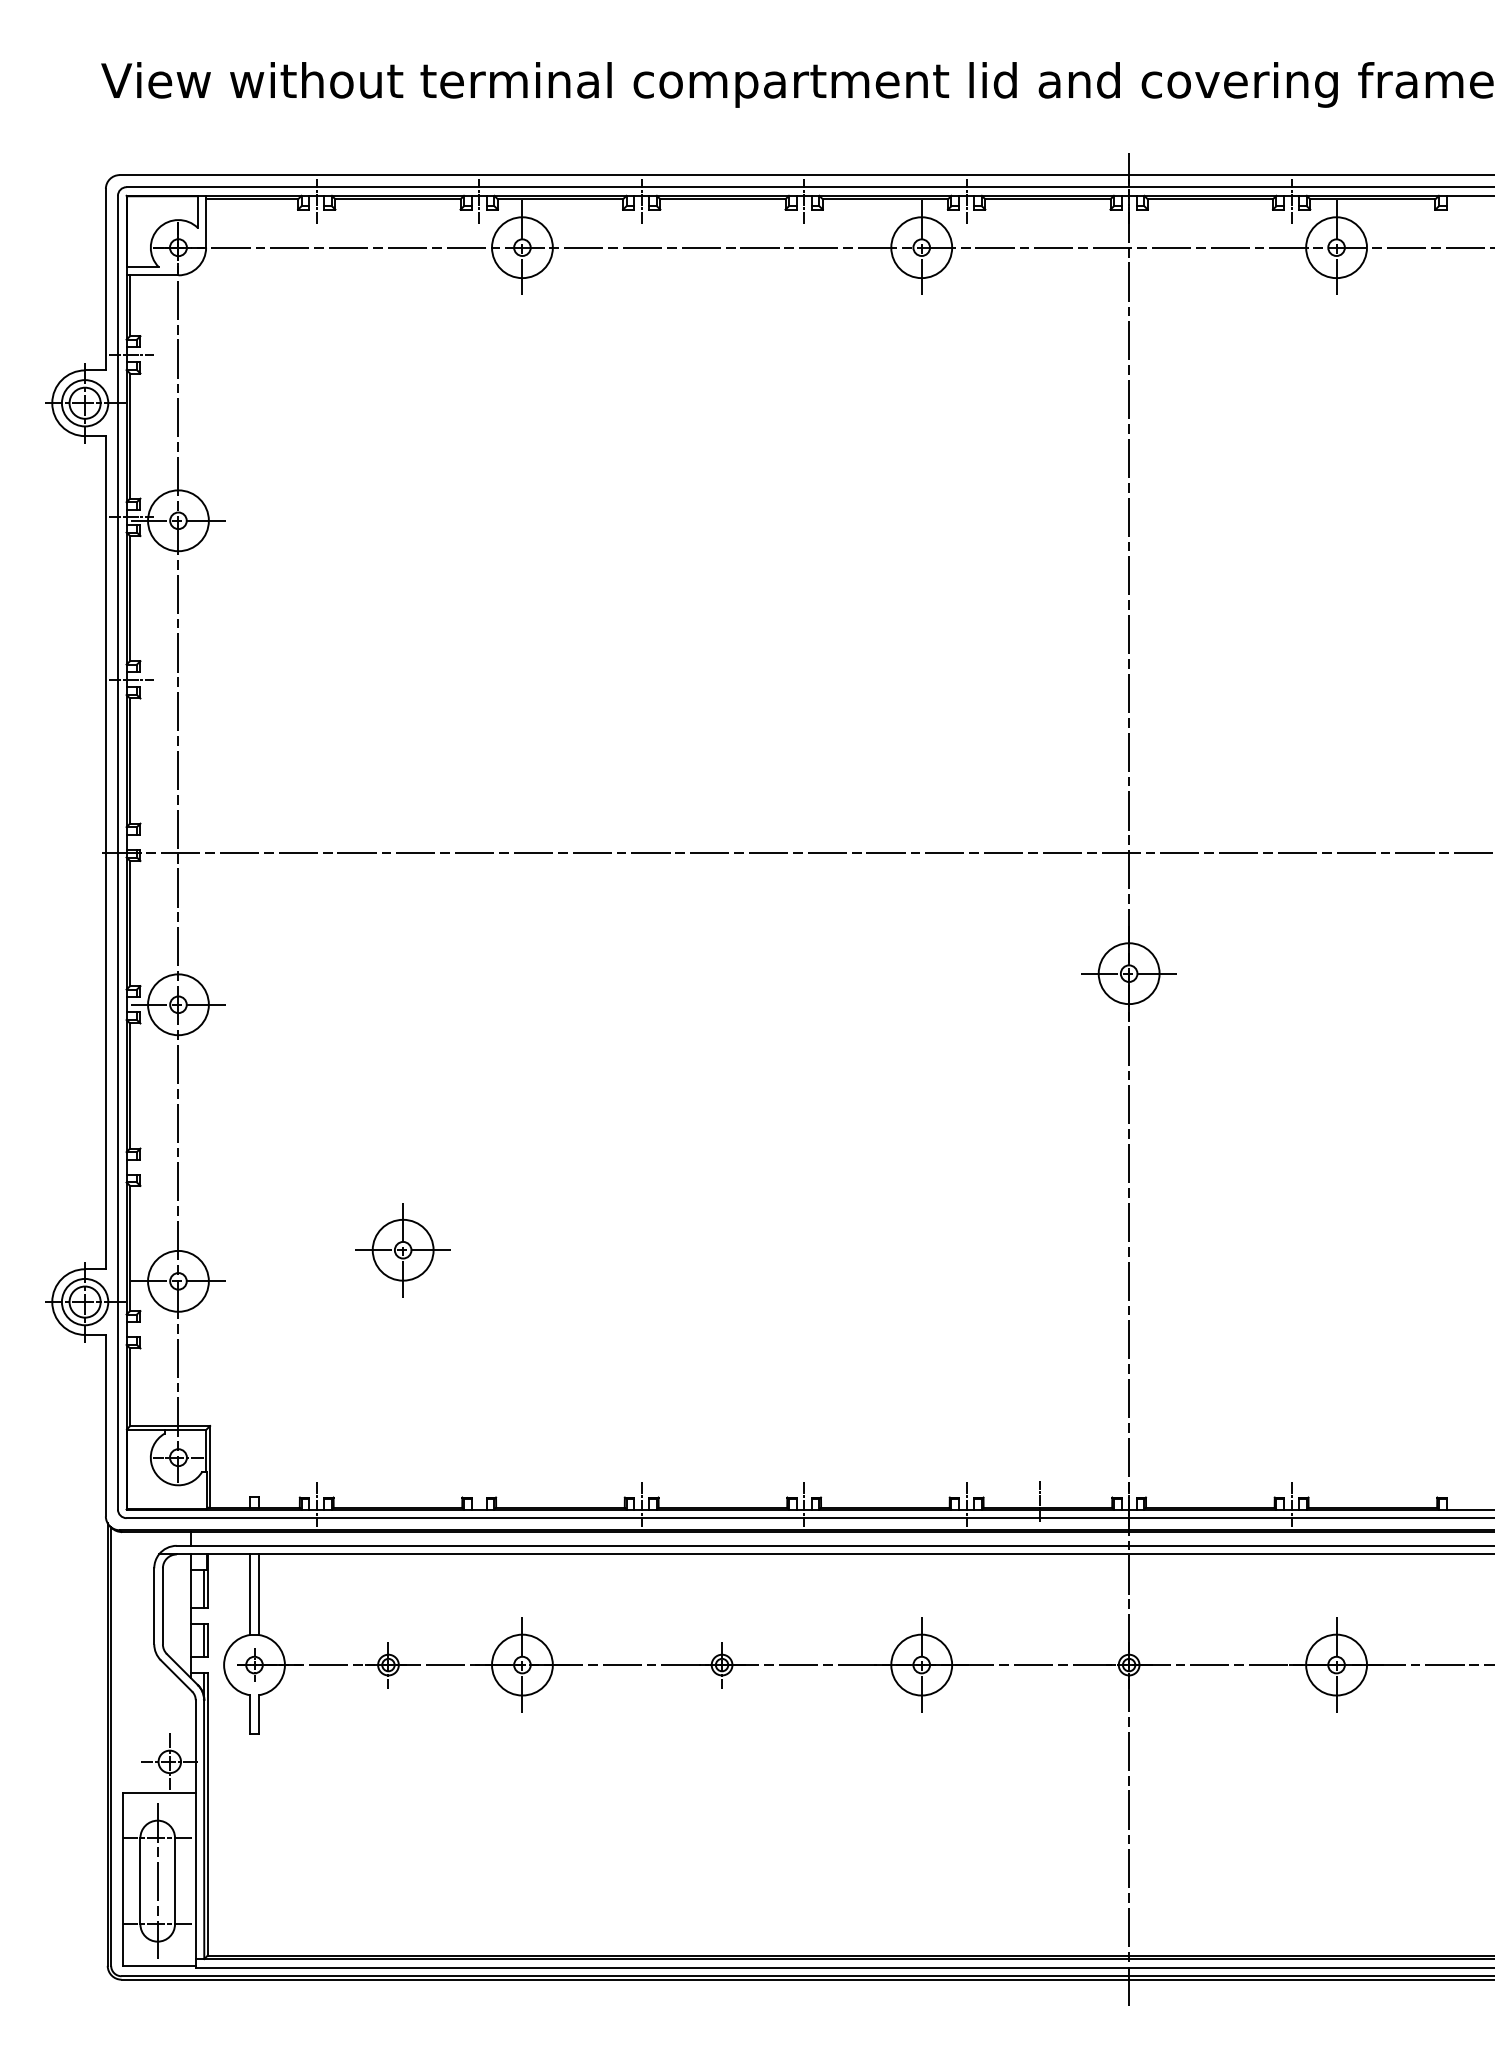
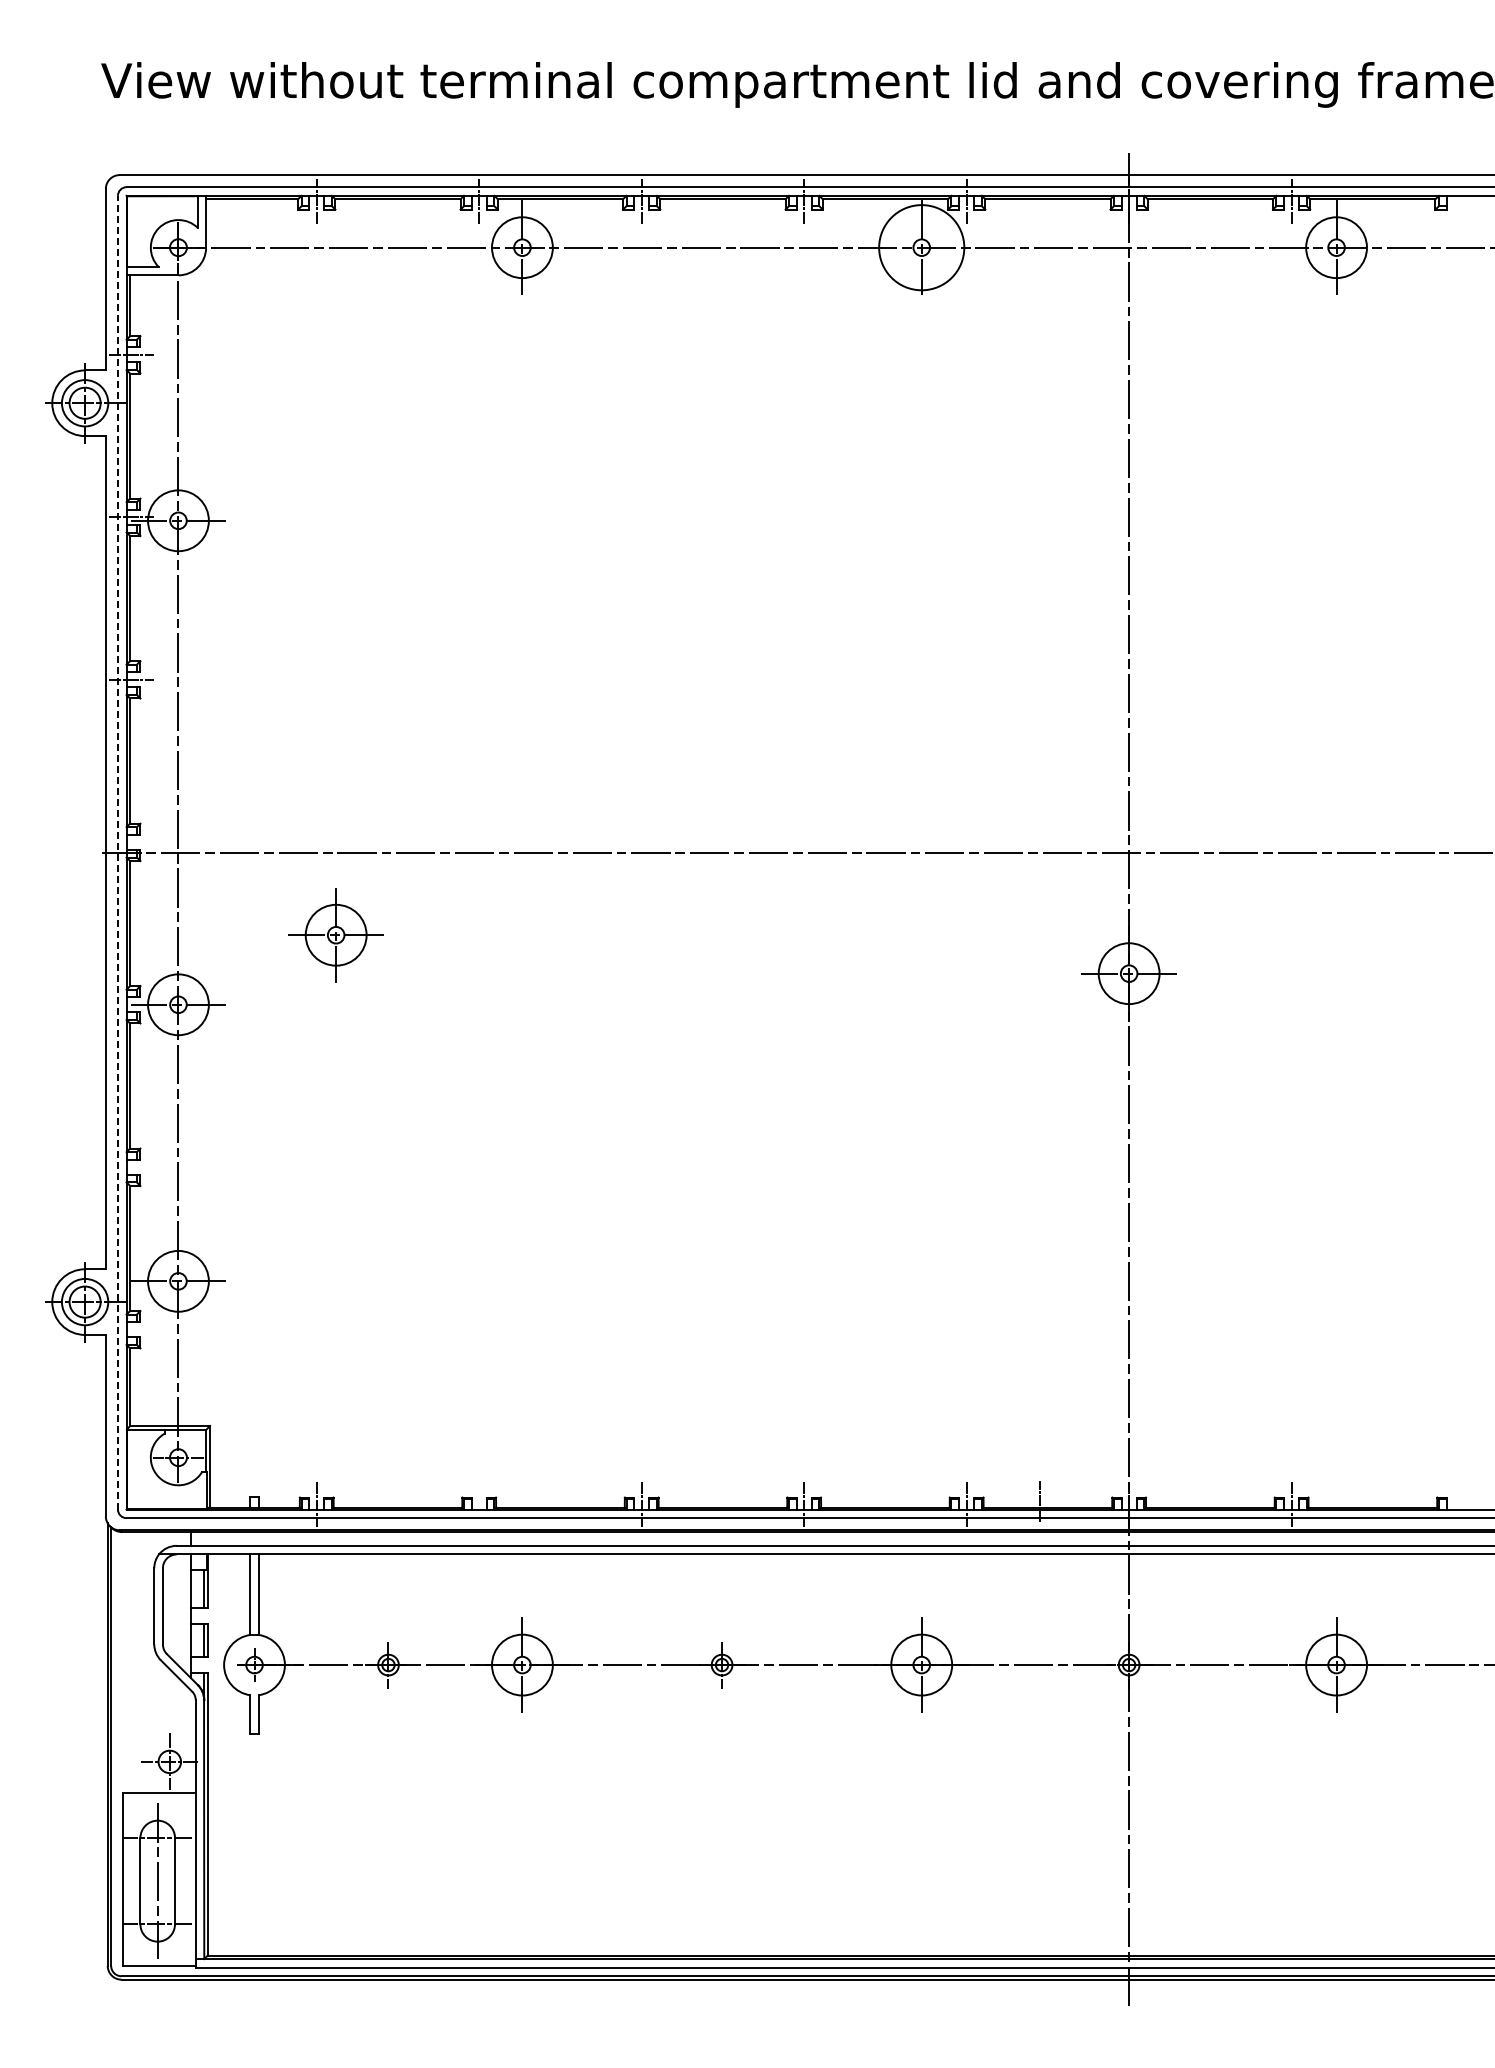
circle at (921, 247) diameter: 61 px -> 85 px
line at (117, 852): solid -> dashed
part at (402, 1250) position: (402, 1250) -> (335, 935)
